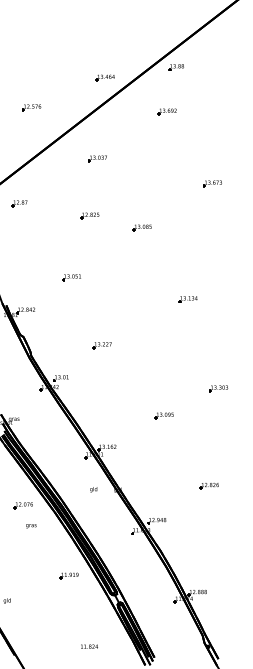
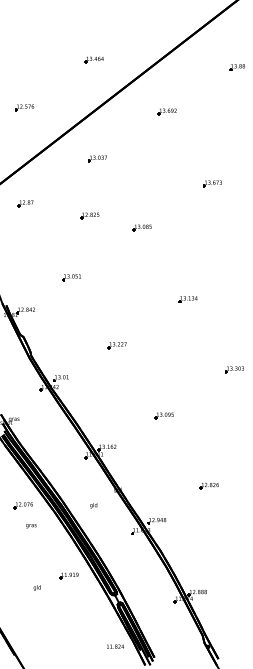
part at (175, 67) position: (175, 67) -> (236, 67)
part at (104, 77) position: (104, 77) -> (93, 59)
part at (31, 107) position: (31, 107) -> (24, 107)
part at (19, 203) position: (19, 203) -> (25, 203)
part at (101, 345) position: (101, 345) -> (116, 345)
part at (218, 388) position: (218, 388) -> (234, 369)
text at (93, 489) position: (93, 489) -> (93, 505)
text at (6, 600) position: (6, 600) -> (36, 587)
text at (89, 646) position: (89, 646) -> (115, 646)
